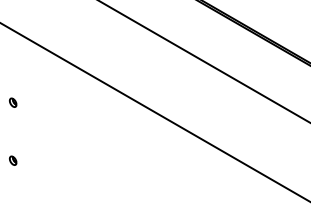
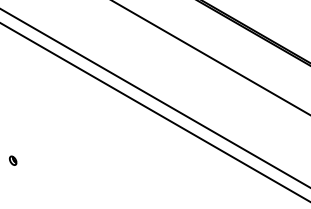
line at (204, 61) position: (204, 61) -> (210, 57)
line at (154, 97): none -> present
part at (13, 102): present -> none
